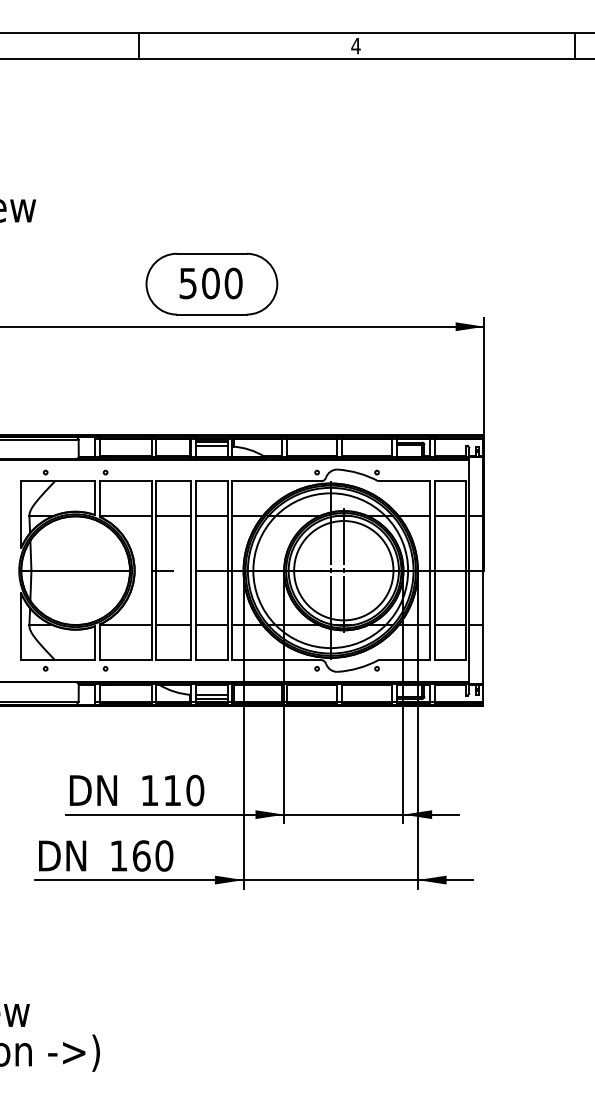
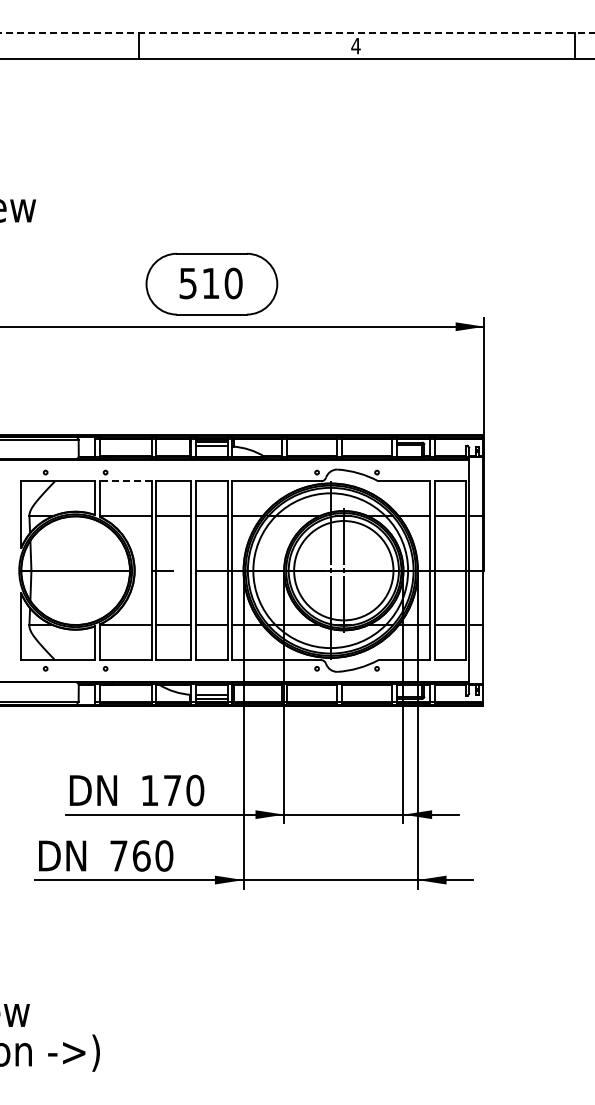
line at (297, 33): solid -> dashed
text at (210, 283): 500 -> 510
line at (125, 481): solid -> dashed
text at (172, 790): 110 -> 170
text at (118, 855): 160 -> 760
